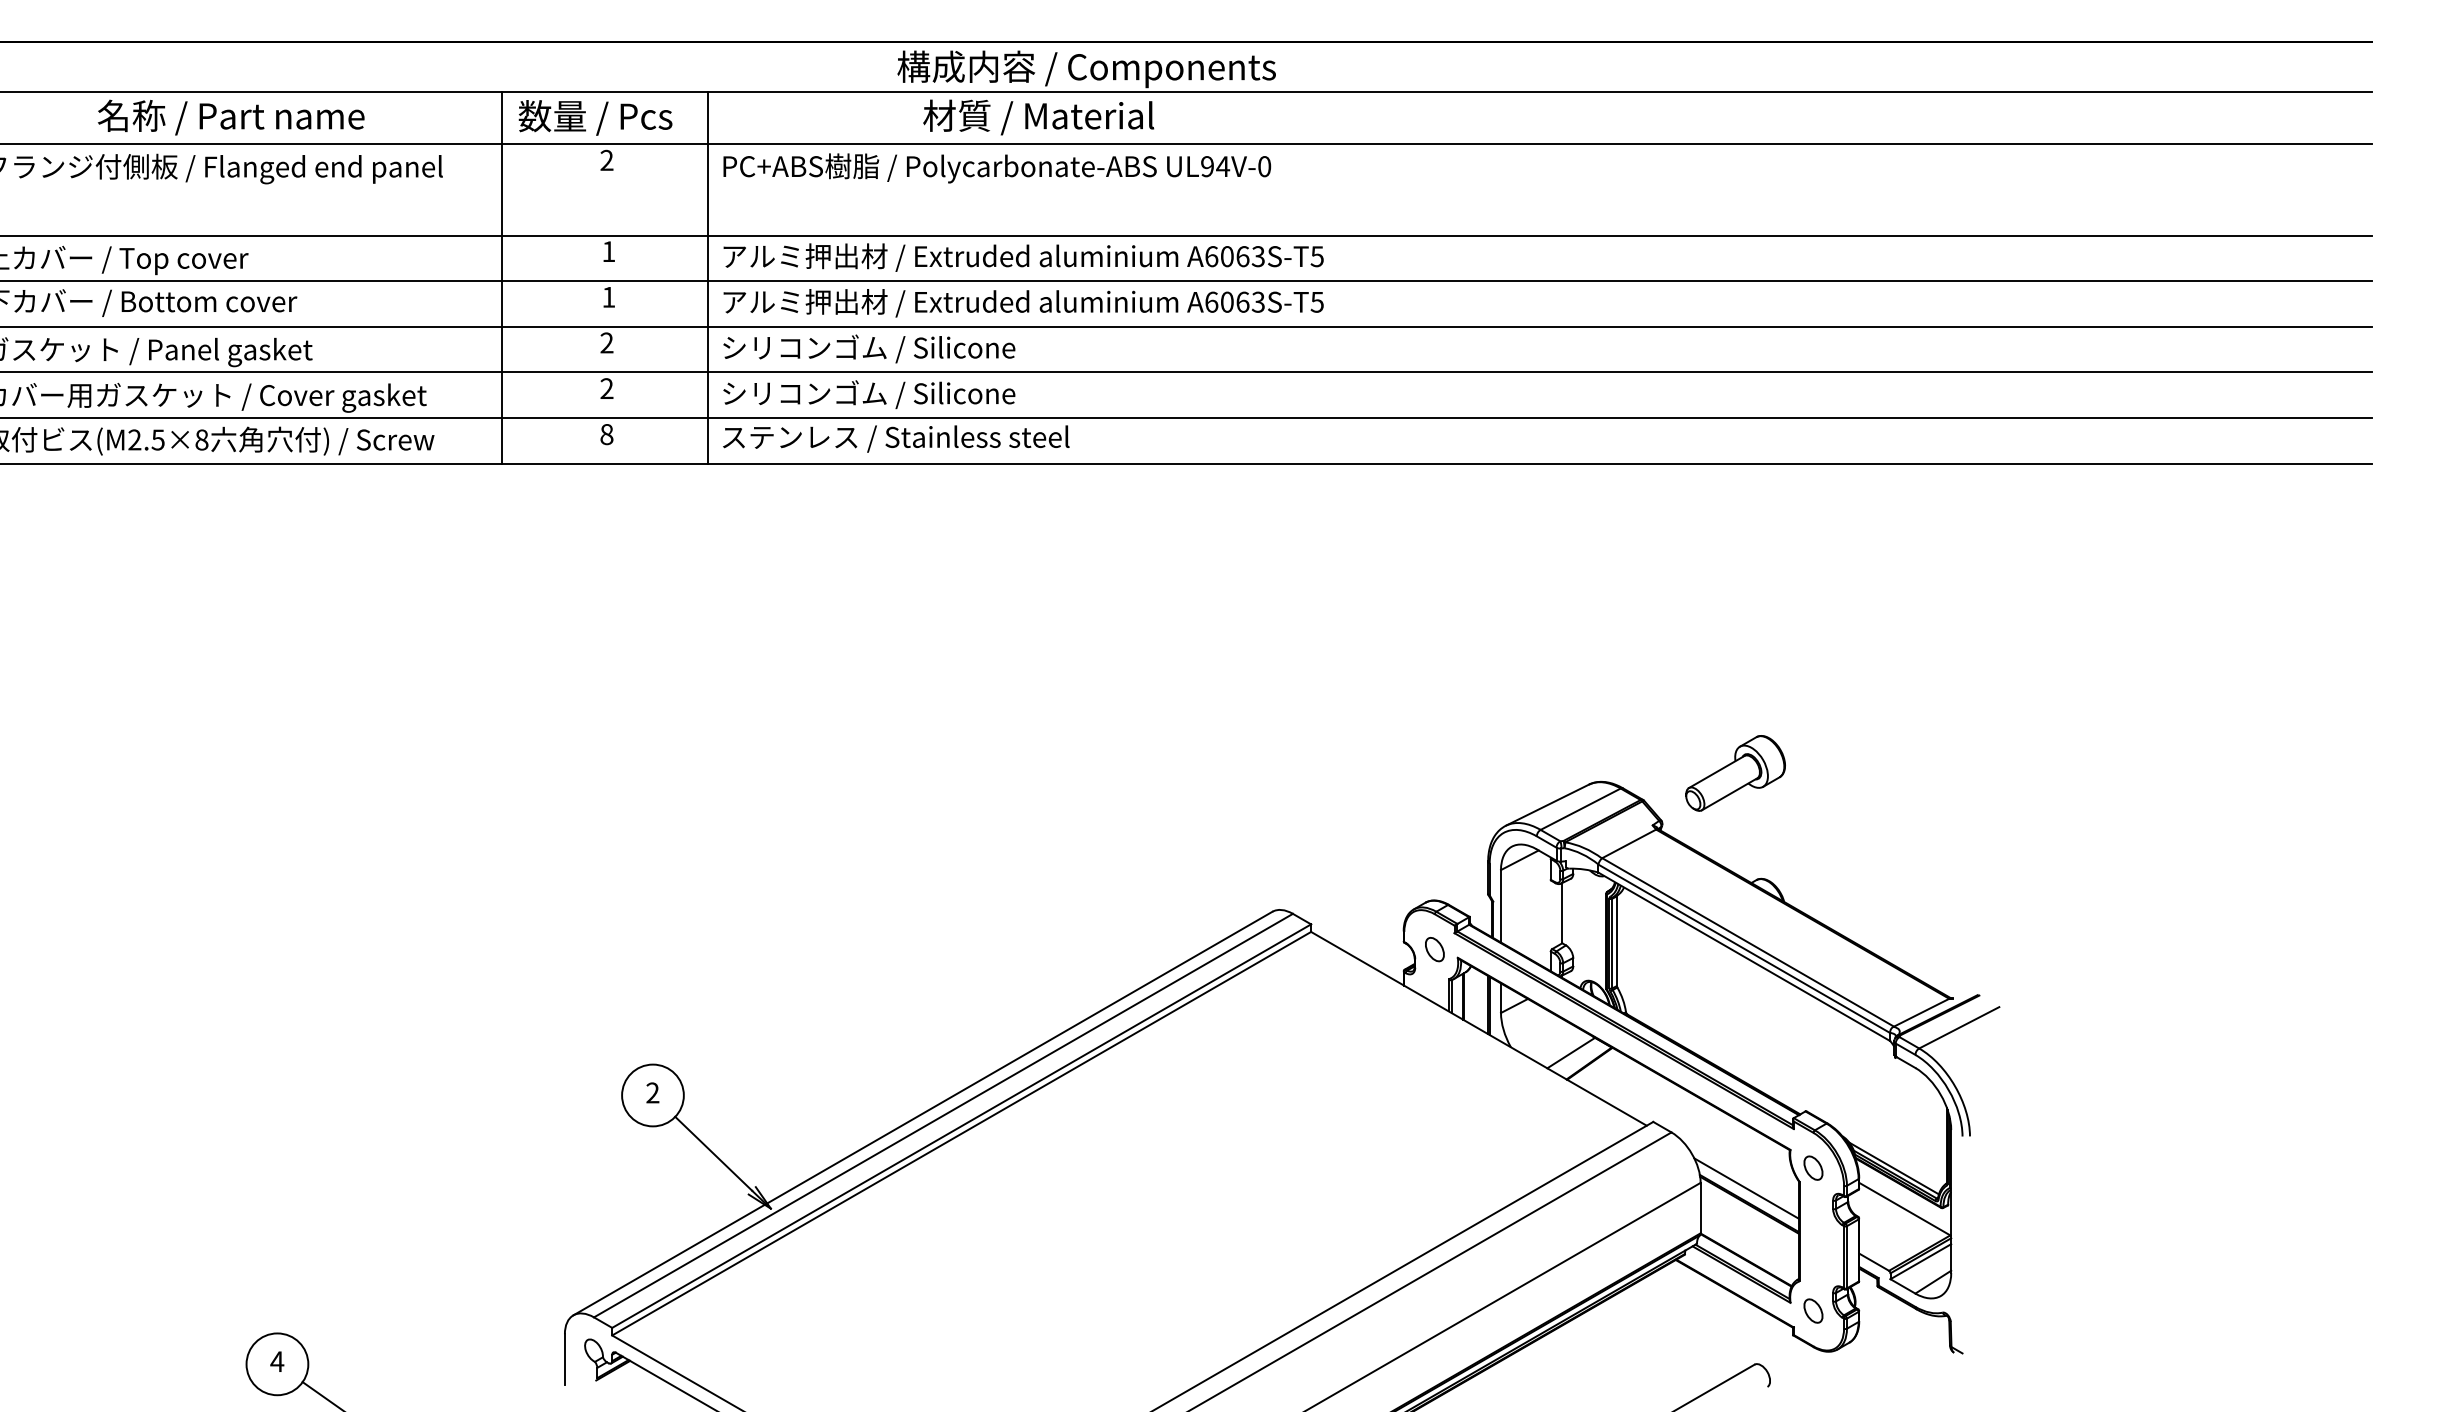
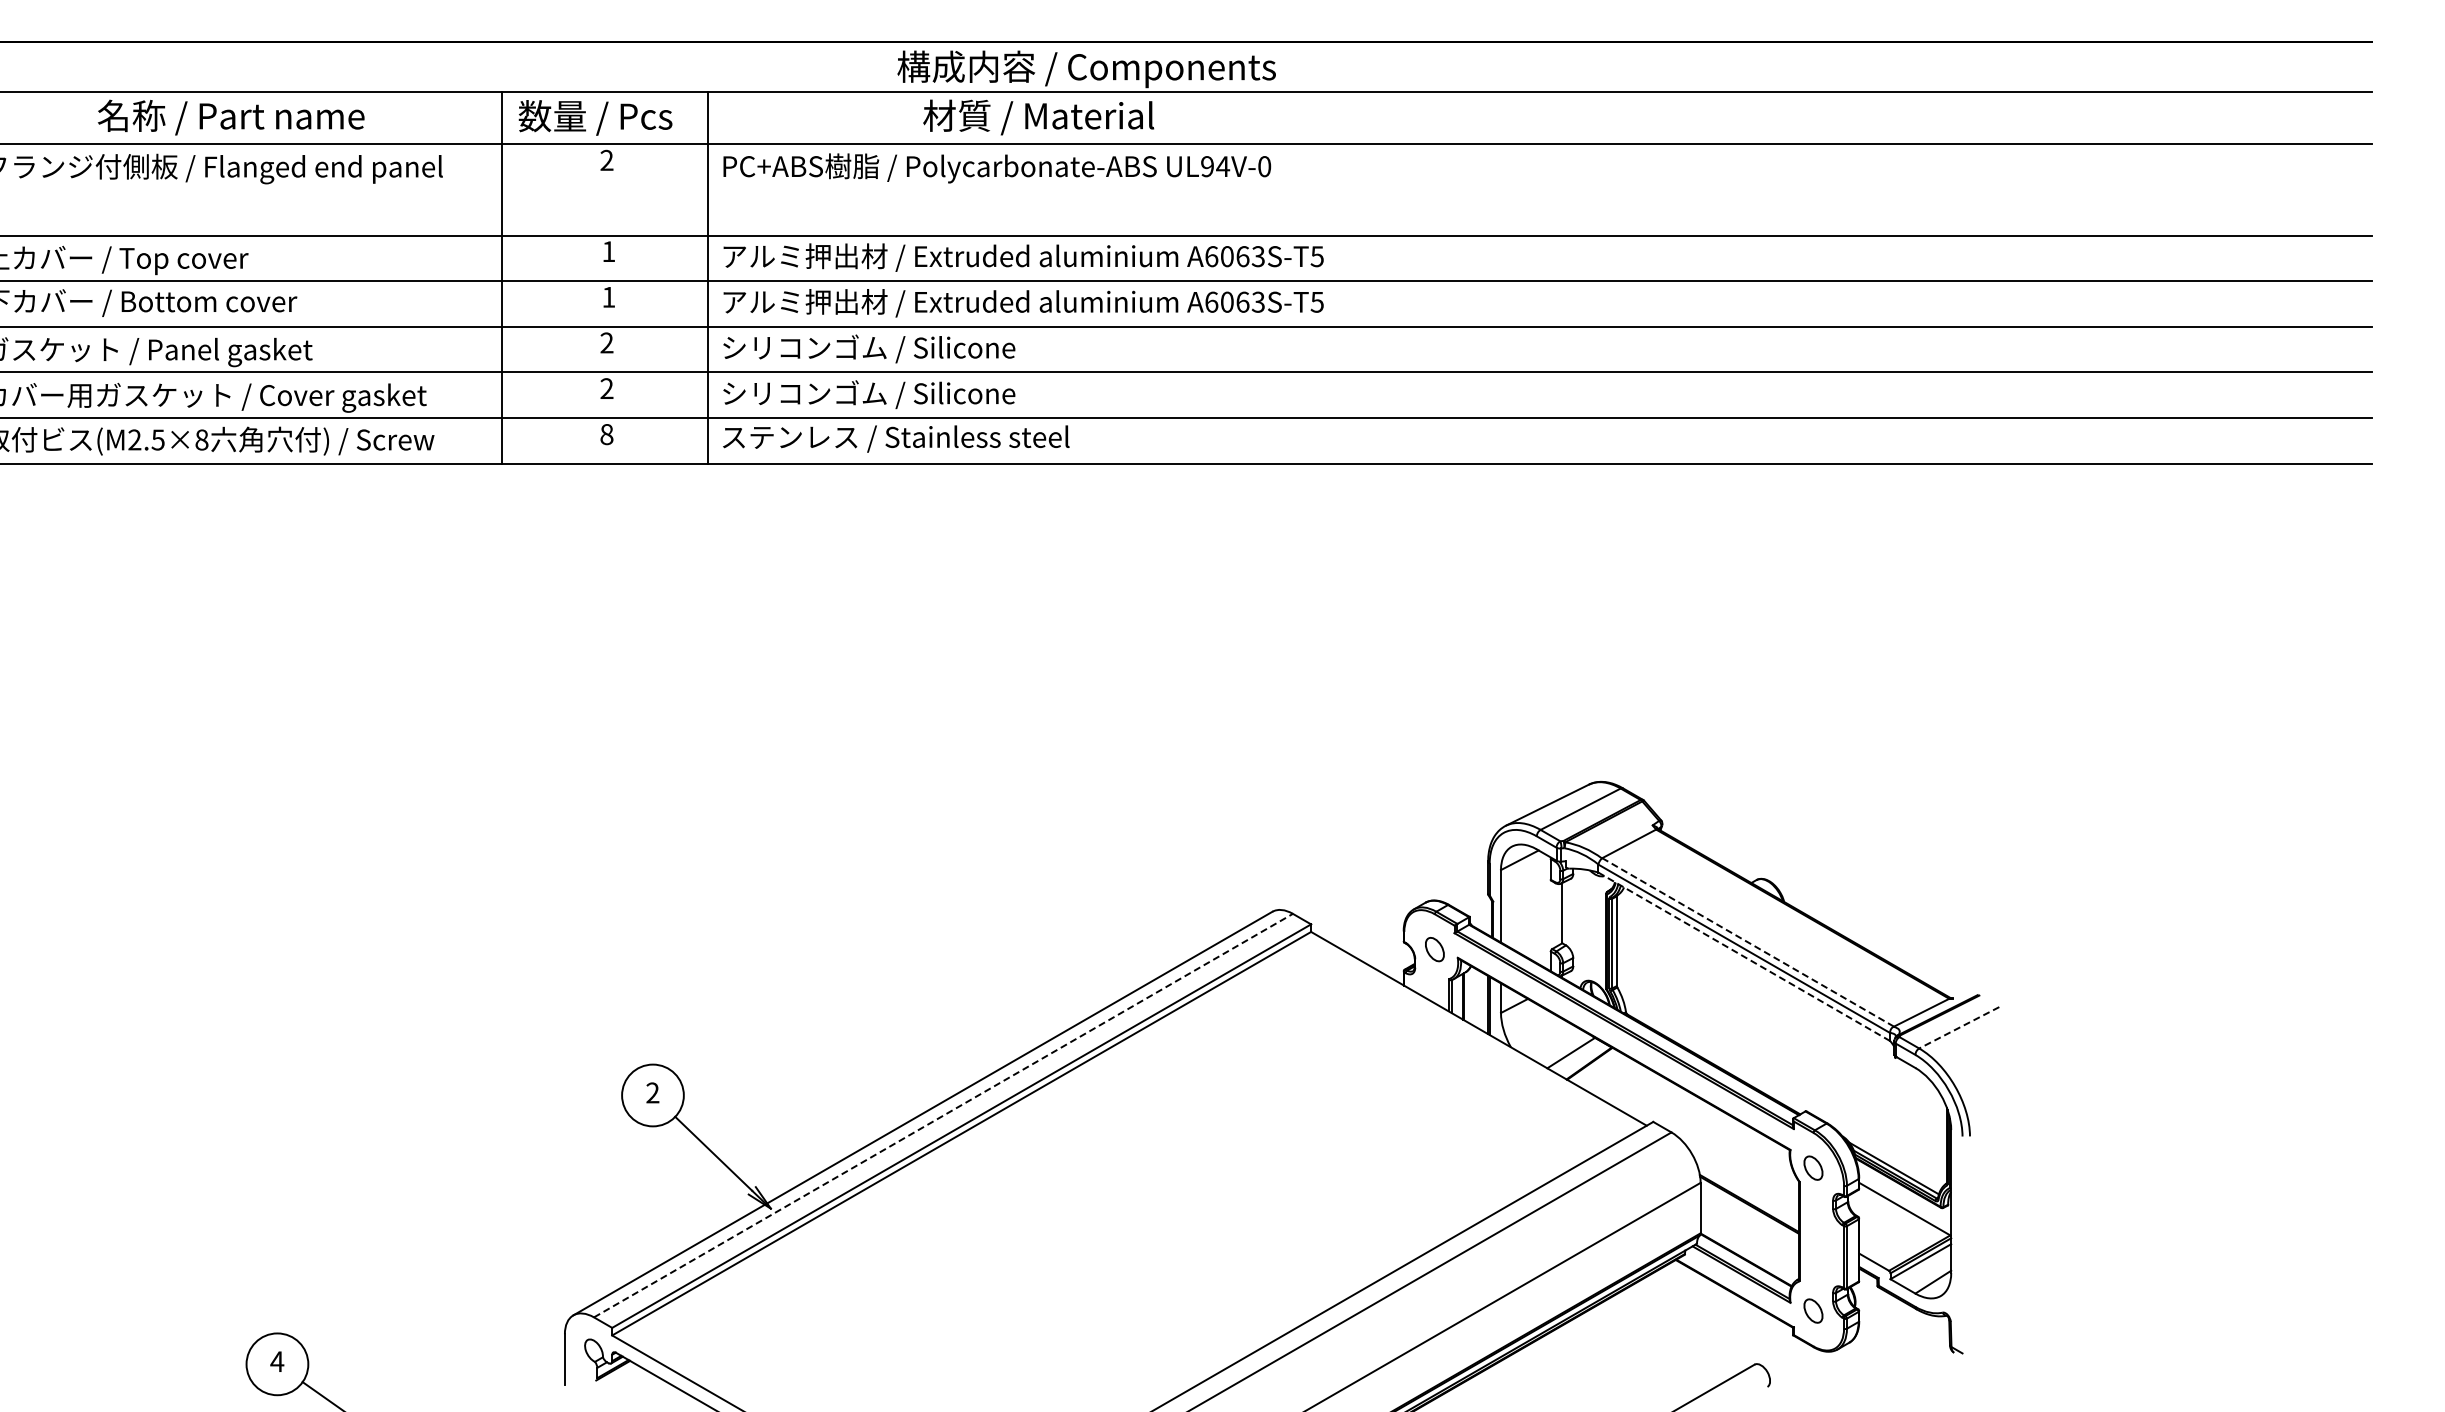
part at (1735, 773): present -> none
line at (1747, 942): solid -> dashed
line at (1743, 956): solid -> dashed
line at (1958, 1028): solid -> dashed
line at (943, 1115): solid -> dashed
line at (1746, 1188): present -> none
